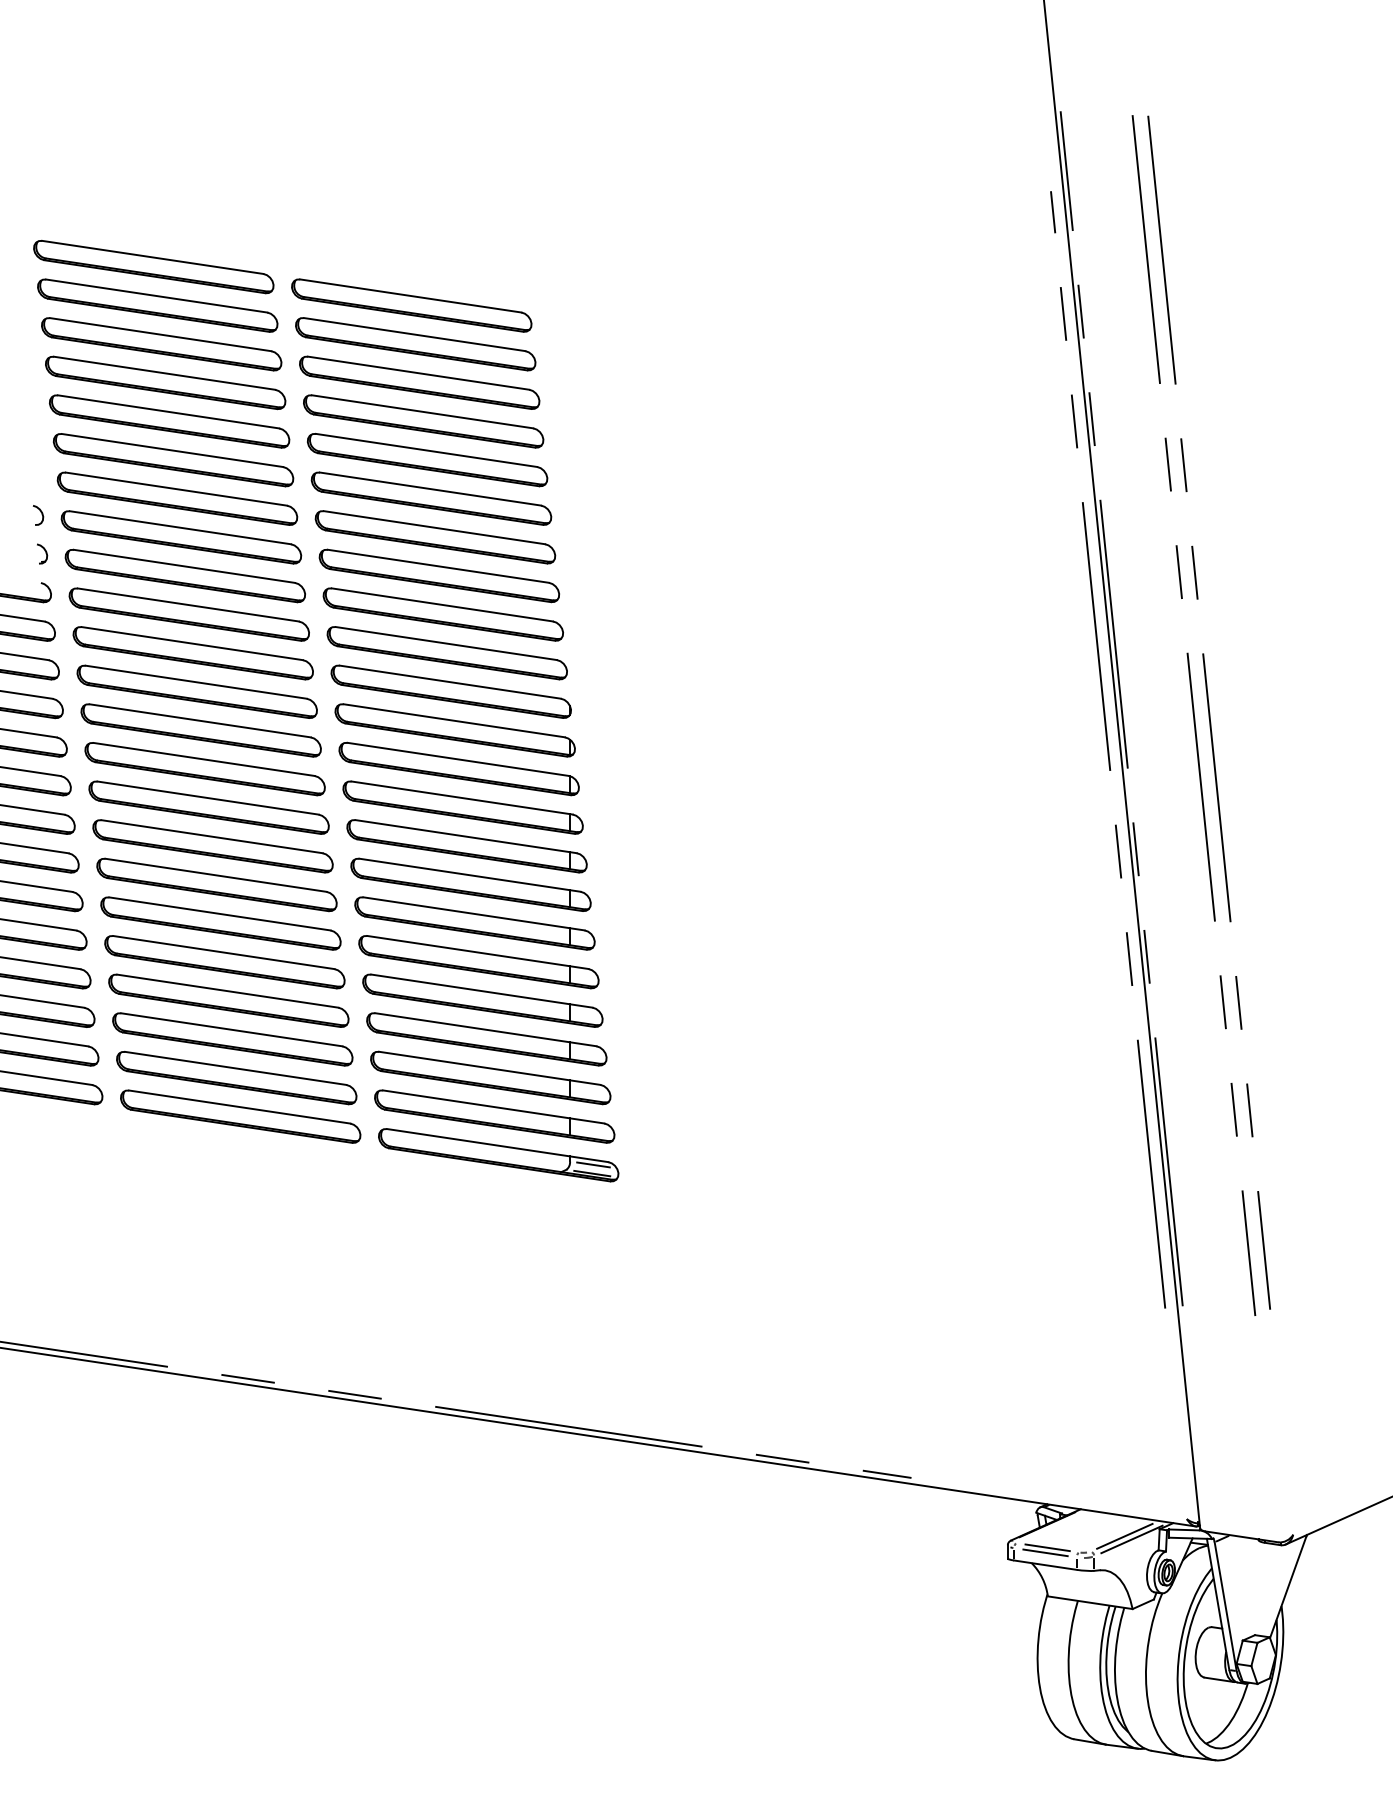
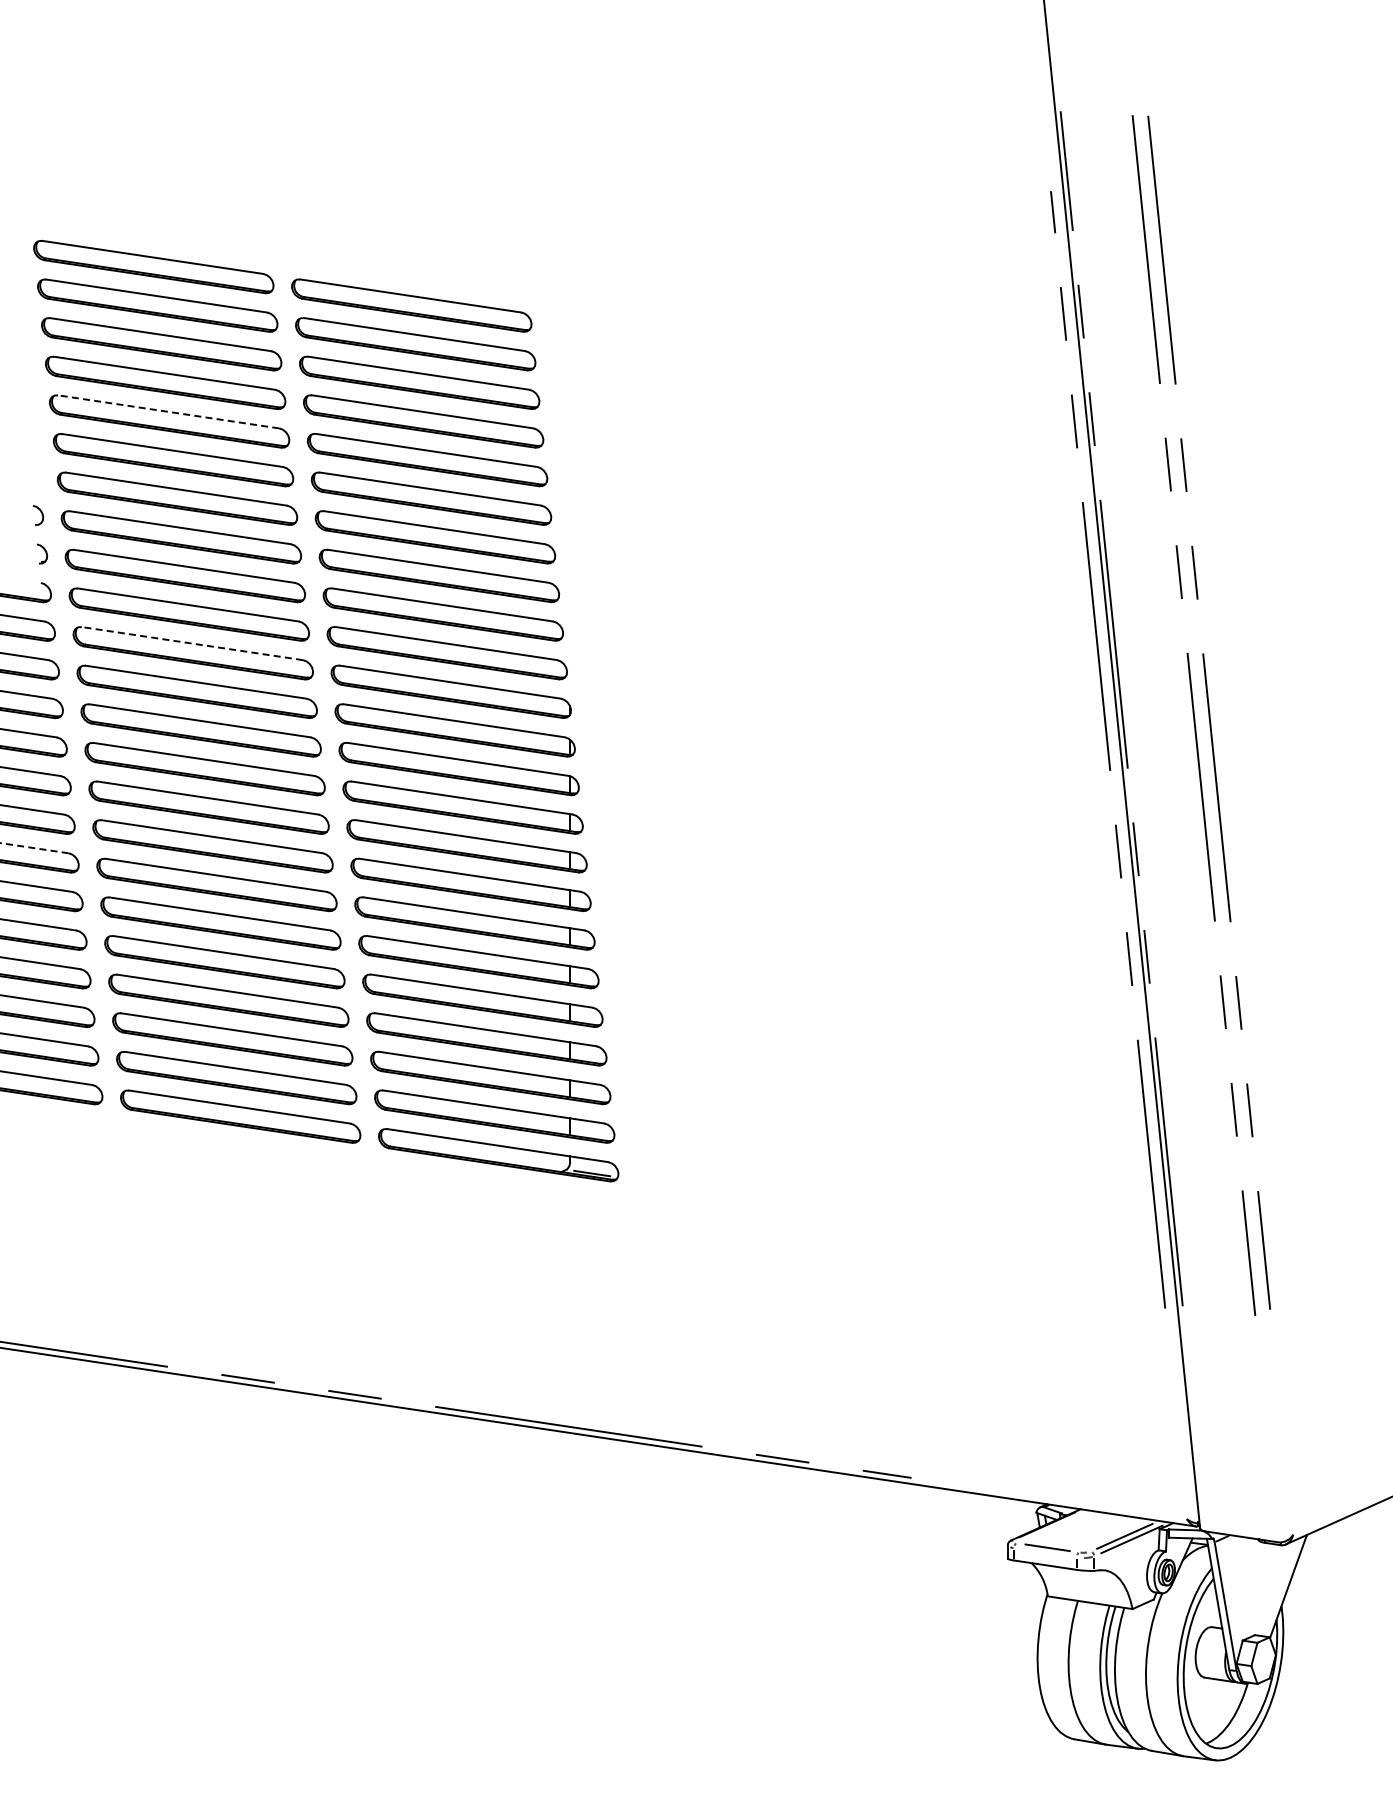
line at (168, 411): solid -> dashed
line at (192, 643): solid -> dashed
line at (34, 848): solid -> dashed
line at (593, 1164): present -> none
line at (1045, 1552): present -> none
